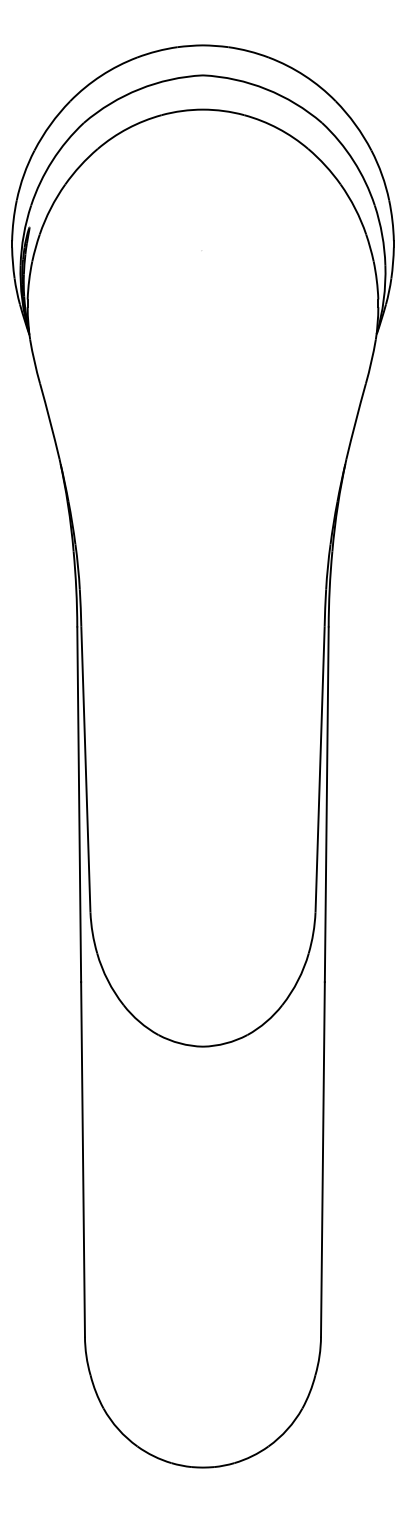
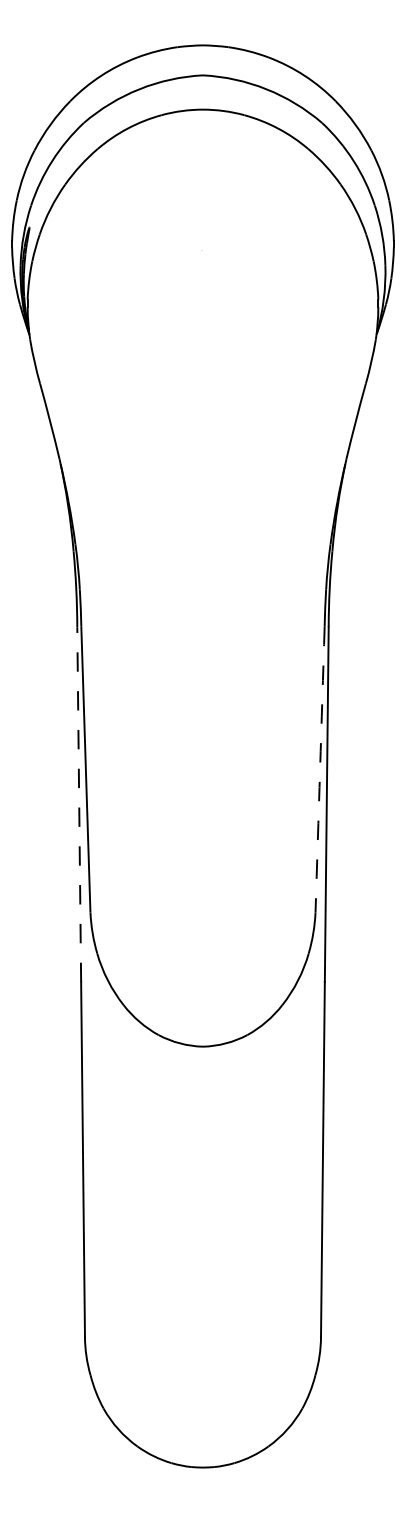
arc at (320, 769): solid -> dashed
line at (79, 804): solid -> dashed
